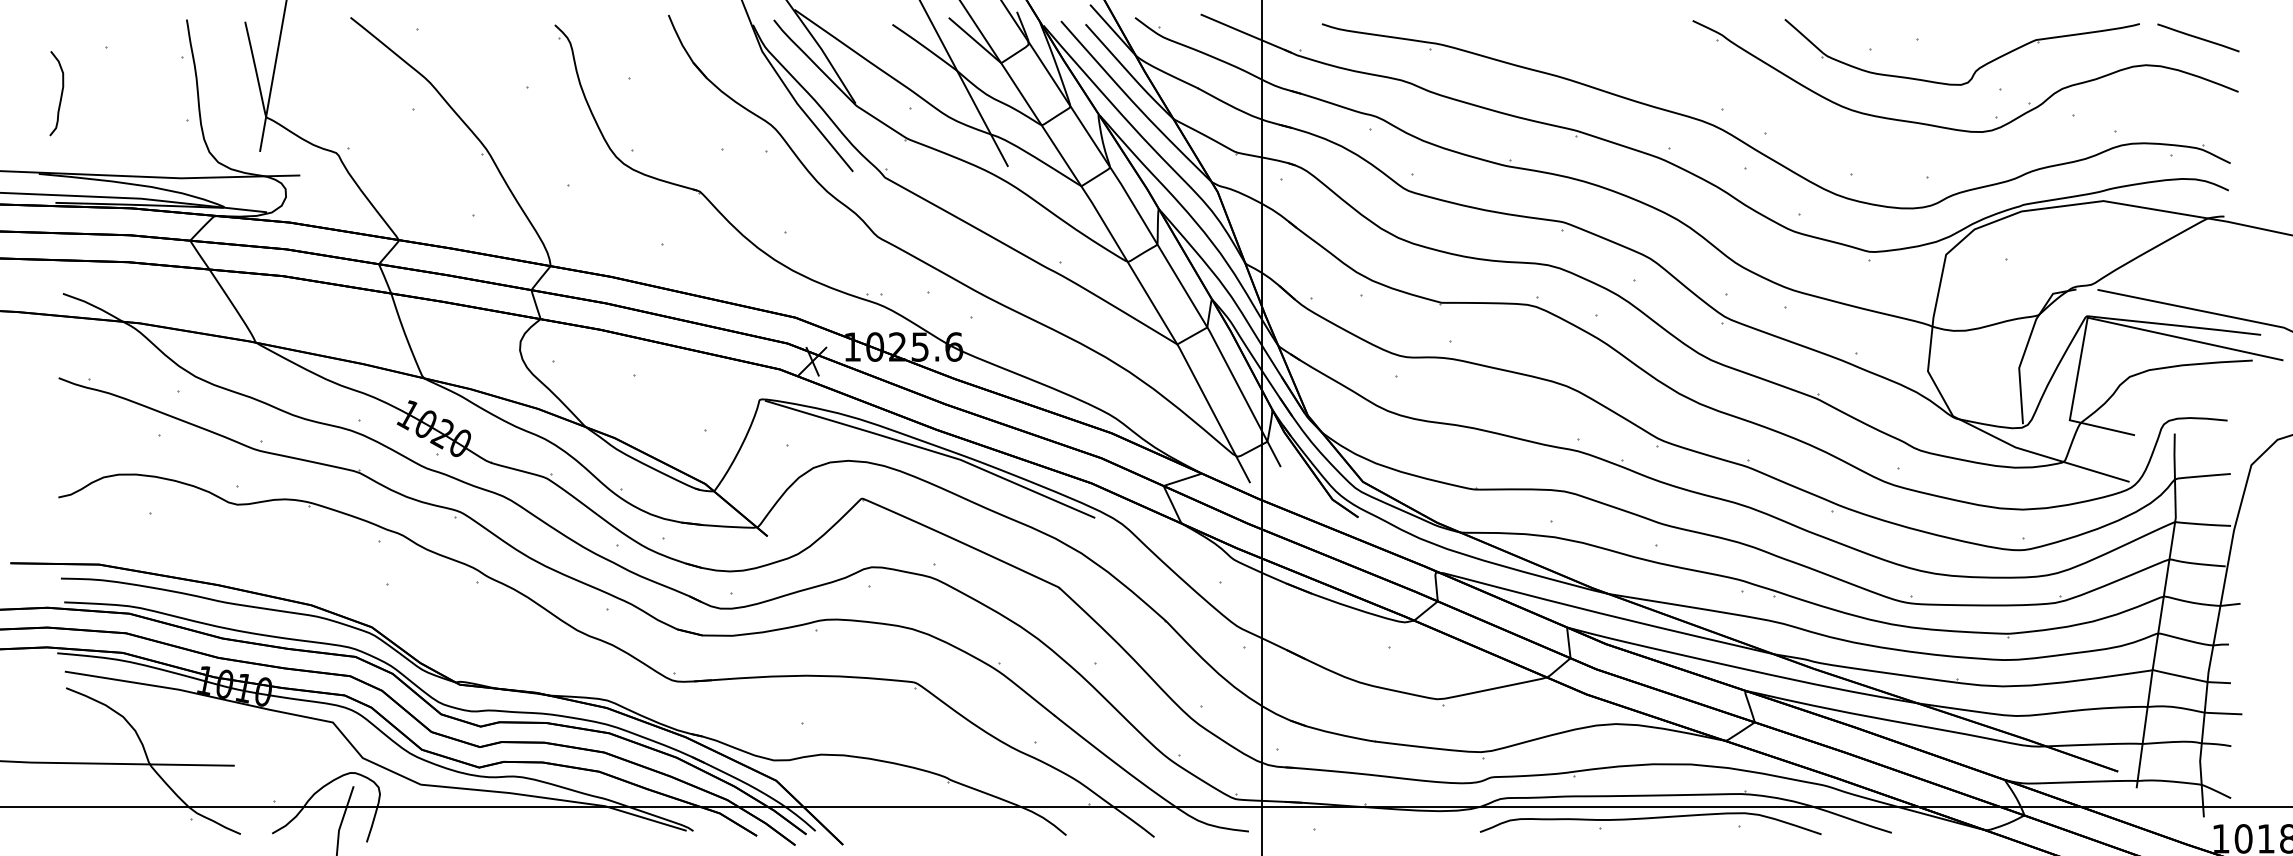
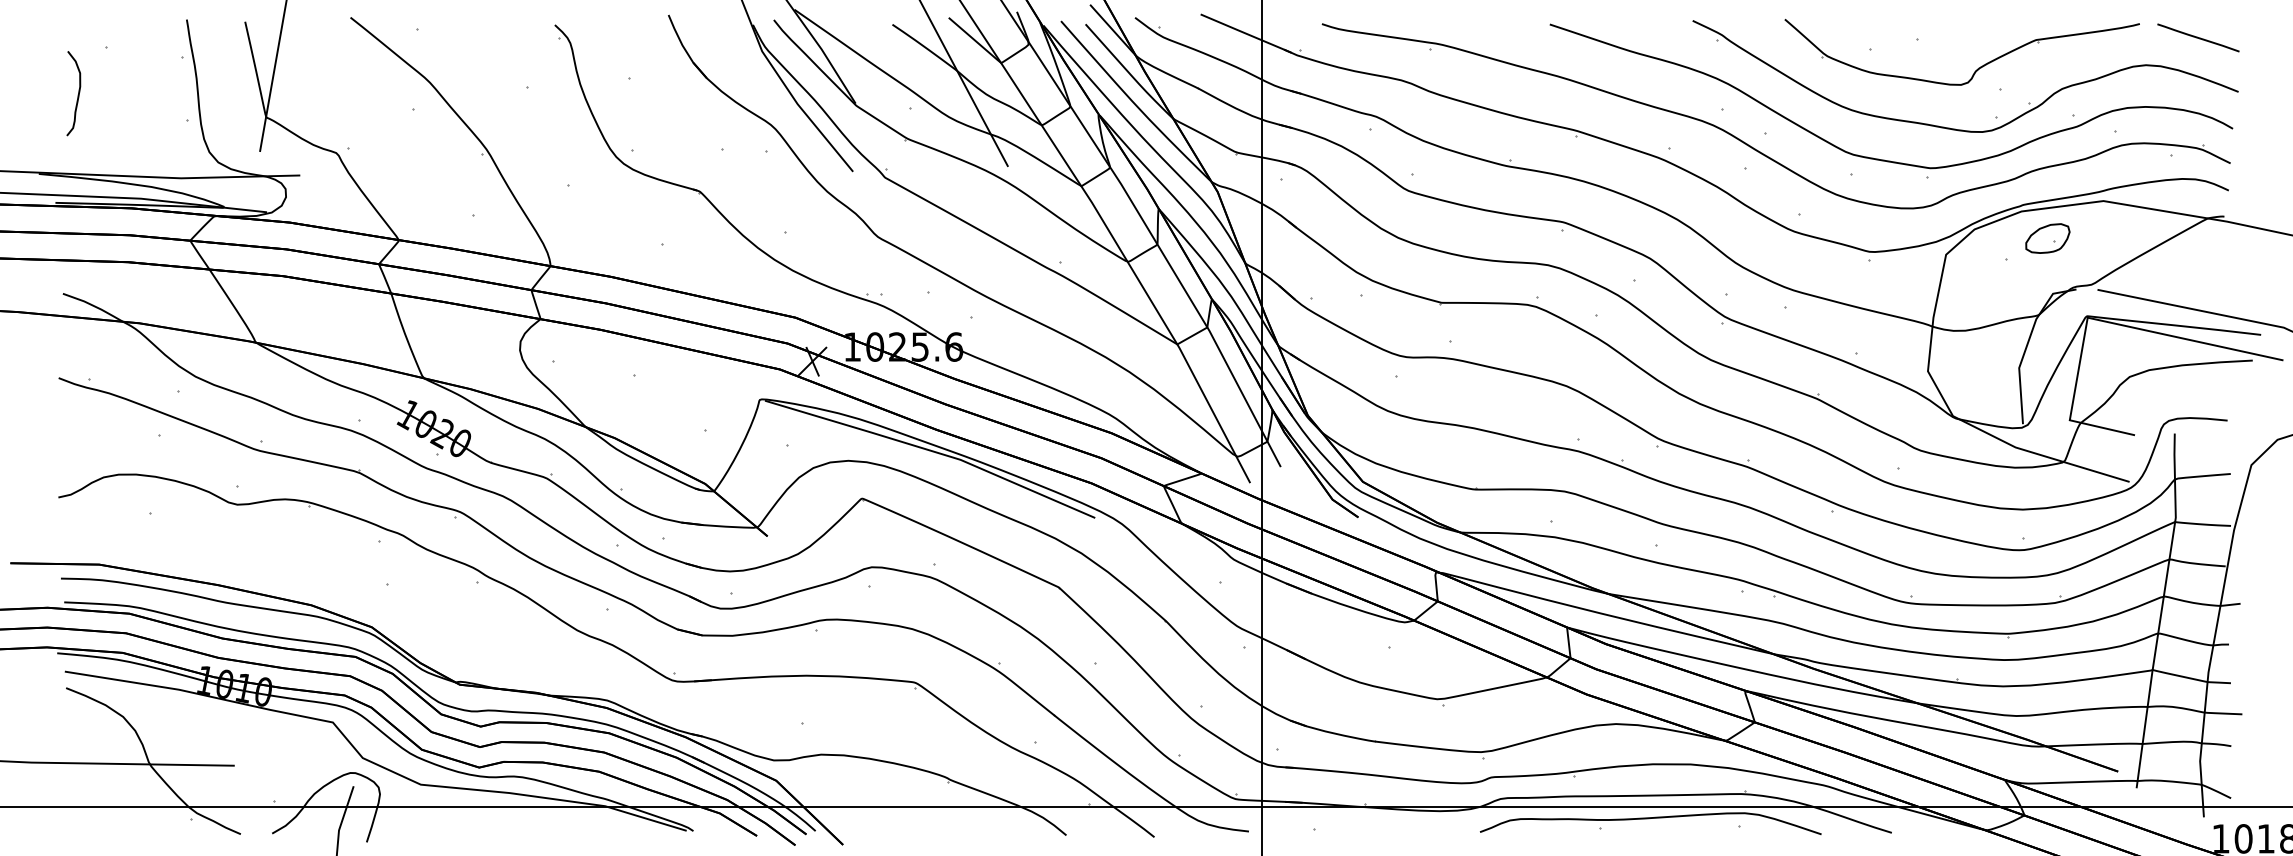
curve at (60, 95) position: (60, 95) -> (77, 95)
curve at (1878, 158): none -> present
part at (2047, 238): none -> present
